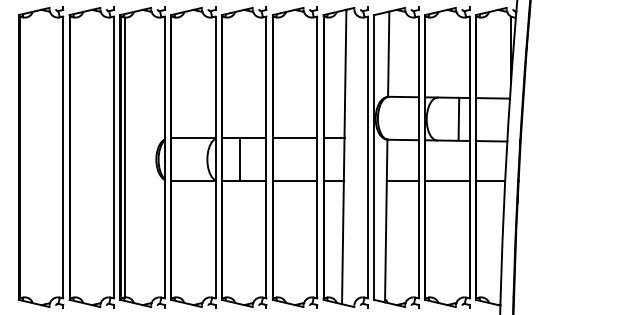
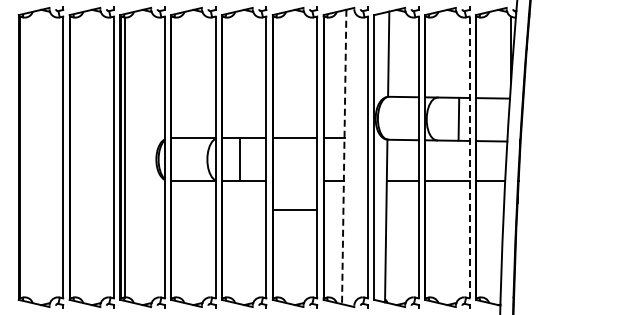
line at (344, 157): solid -> dashed
line at (469, 157): solid -> dashed
line at (294, 181) position: (294, 181) -> (294, 210)
